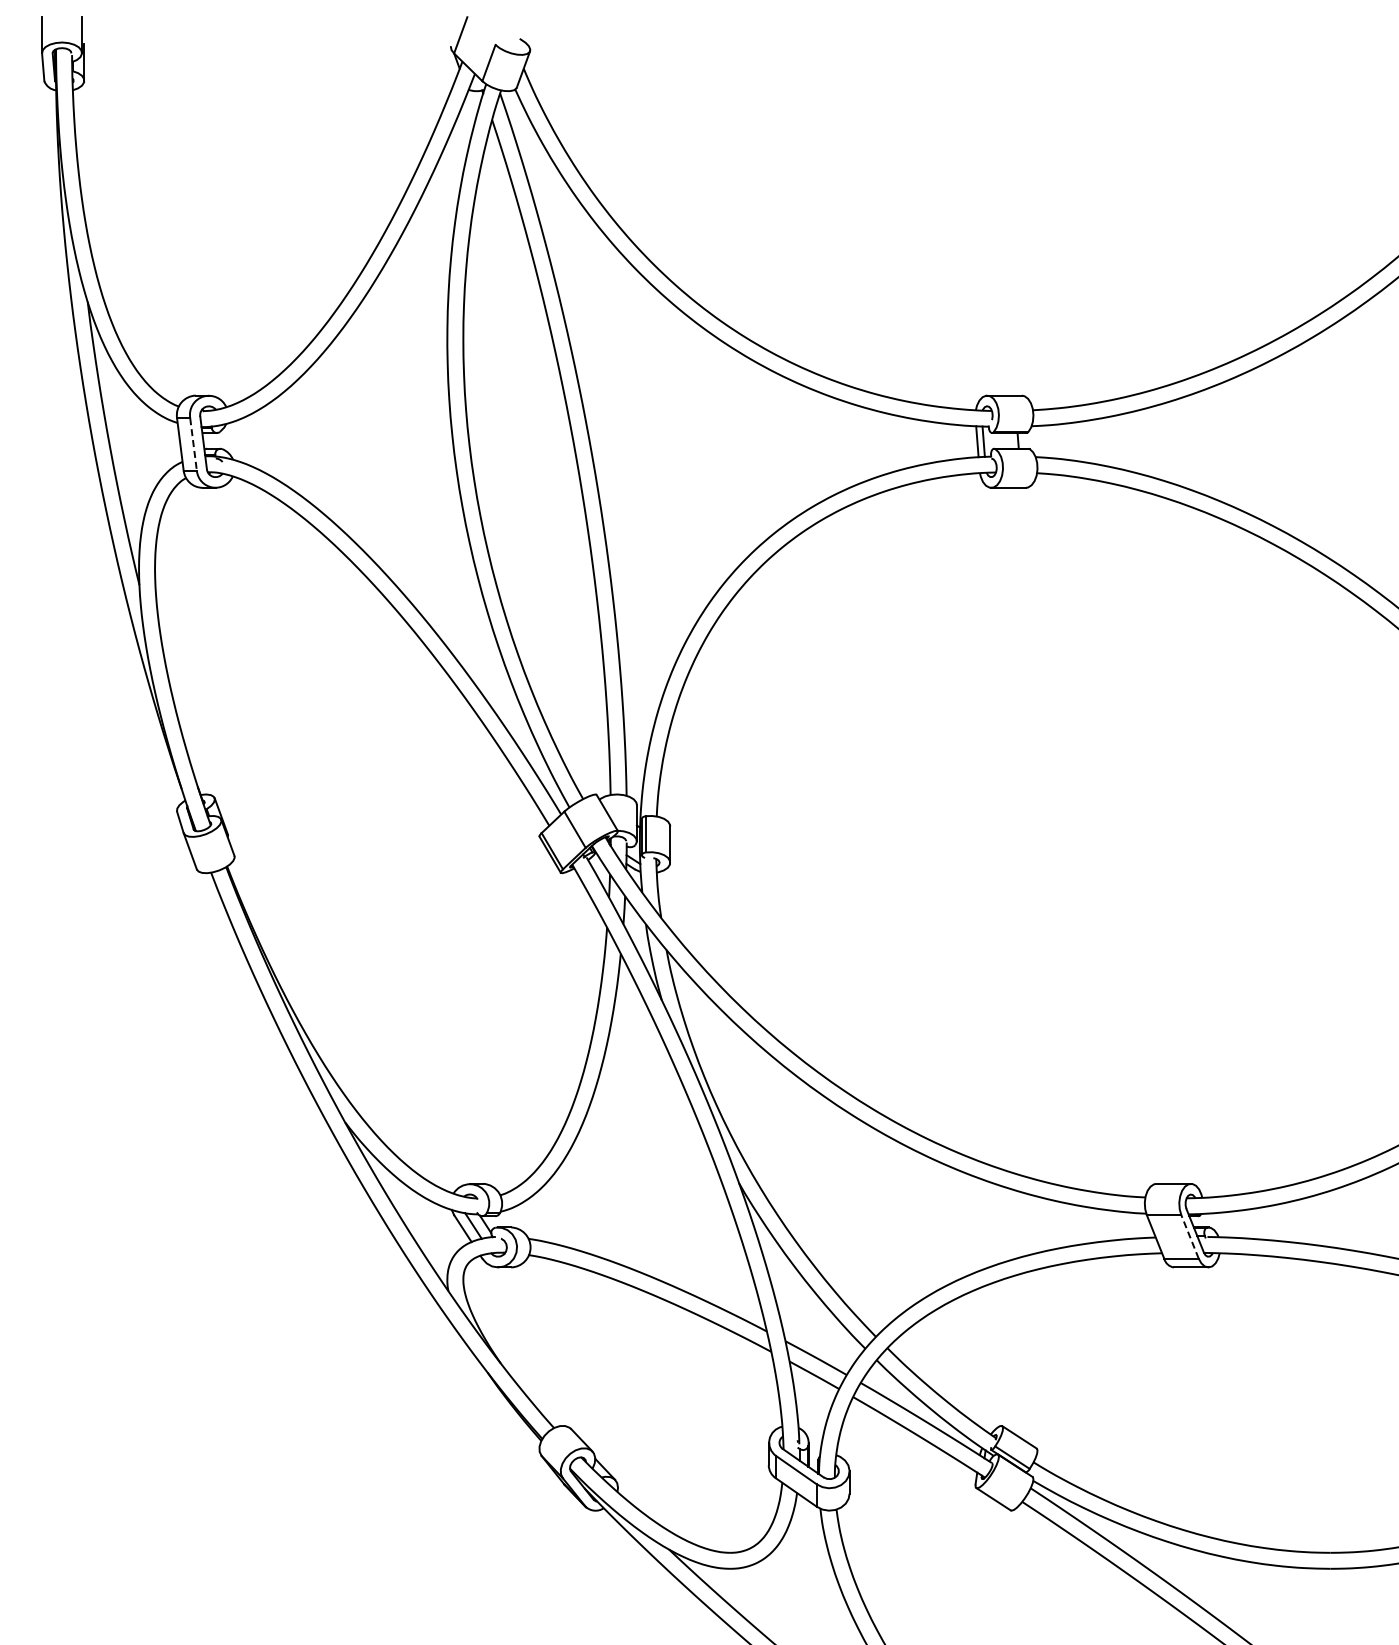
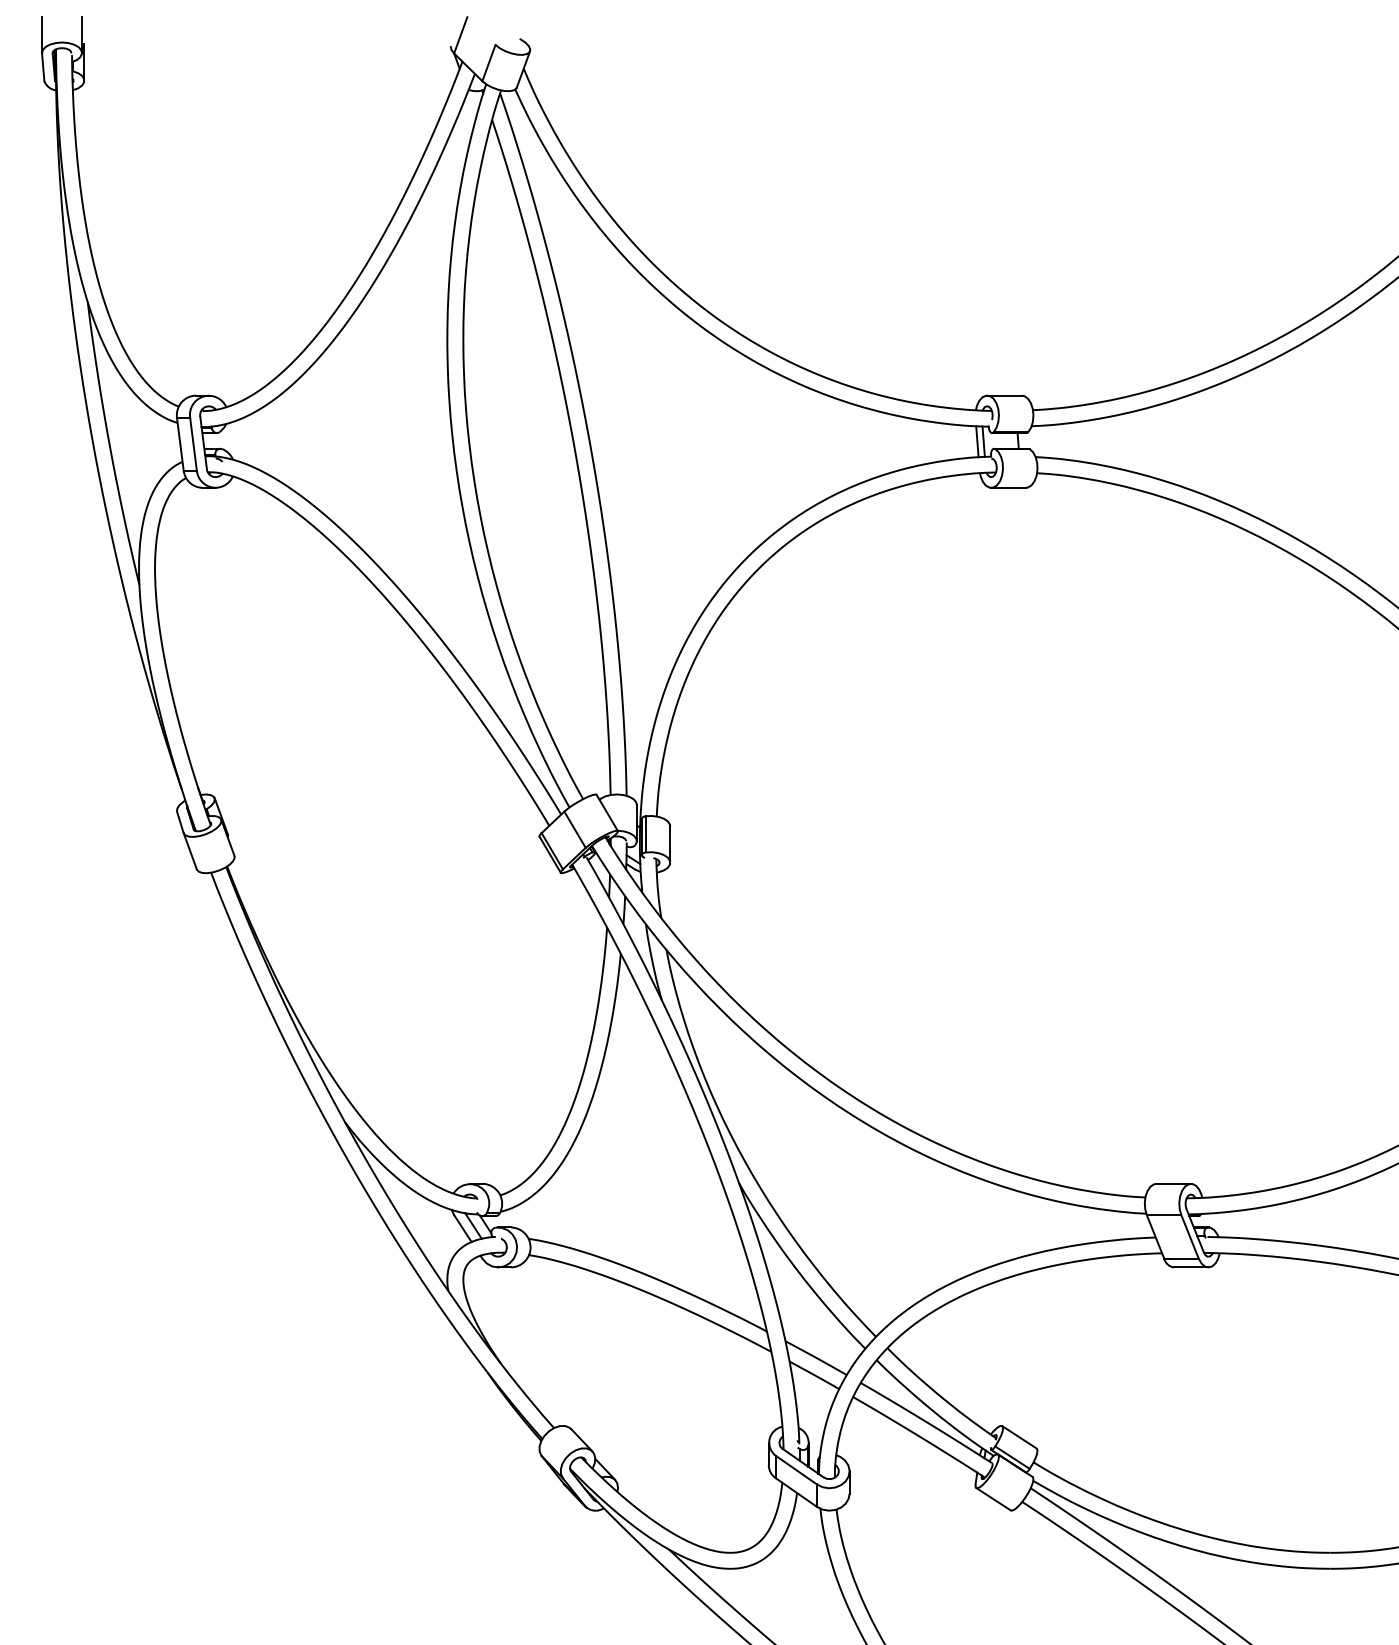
line at (193, 444): dashed -> solid
line at (1189, 1236): dashed -> solid
